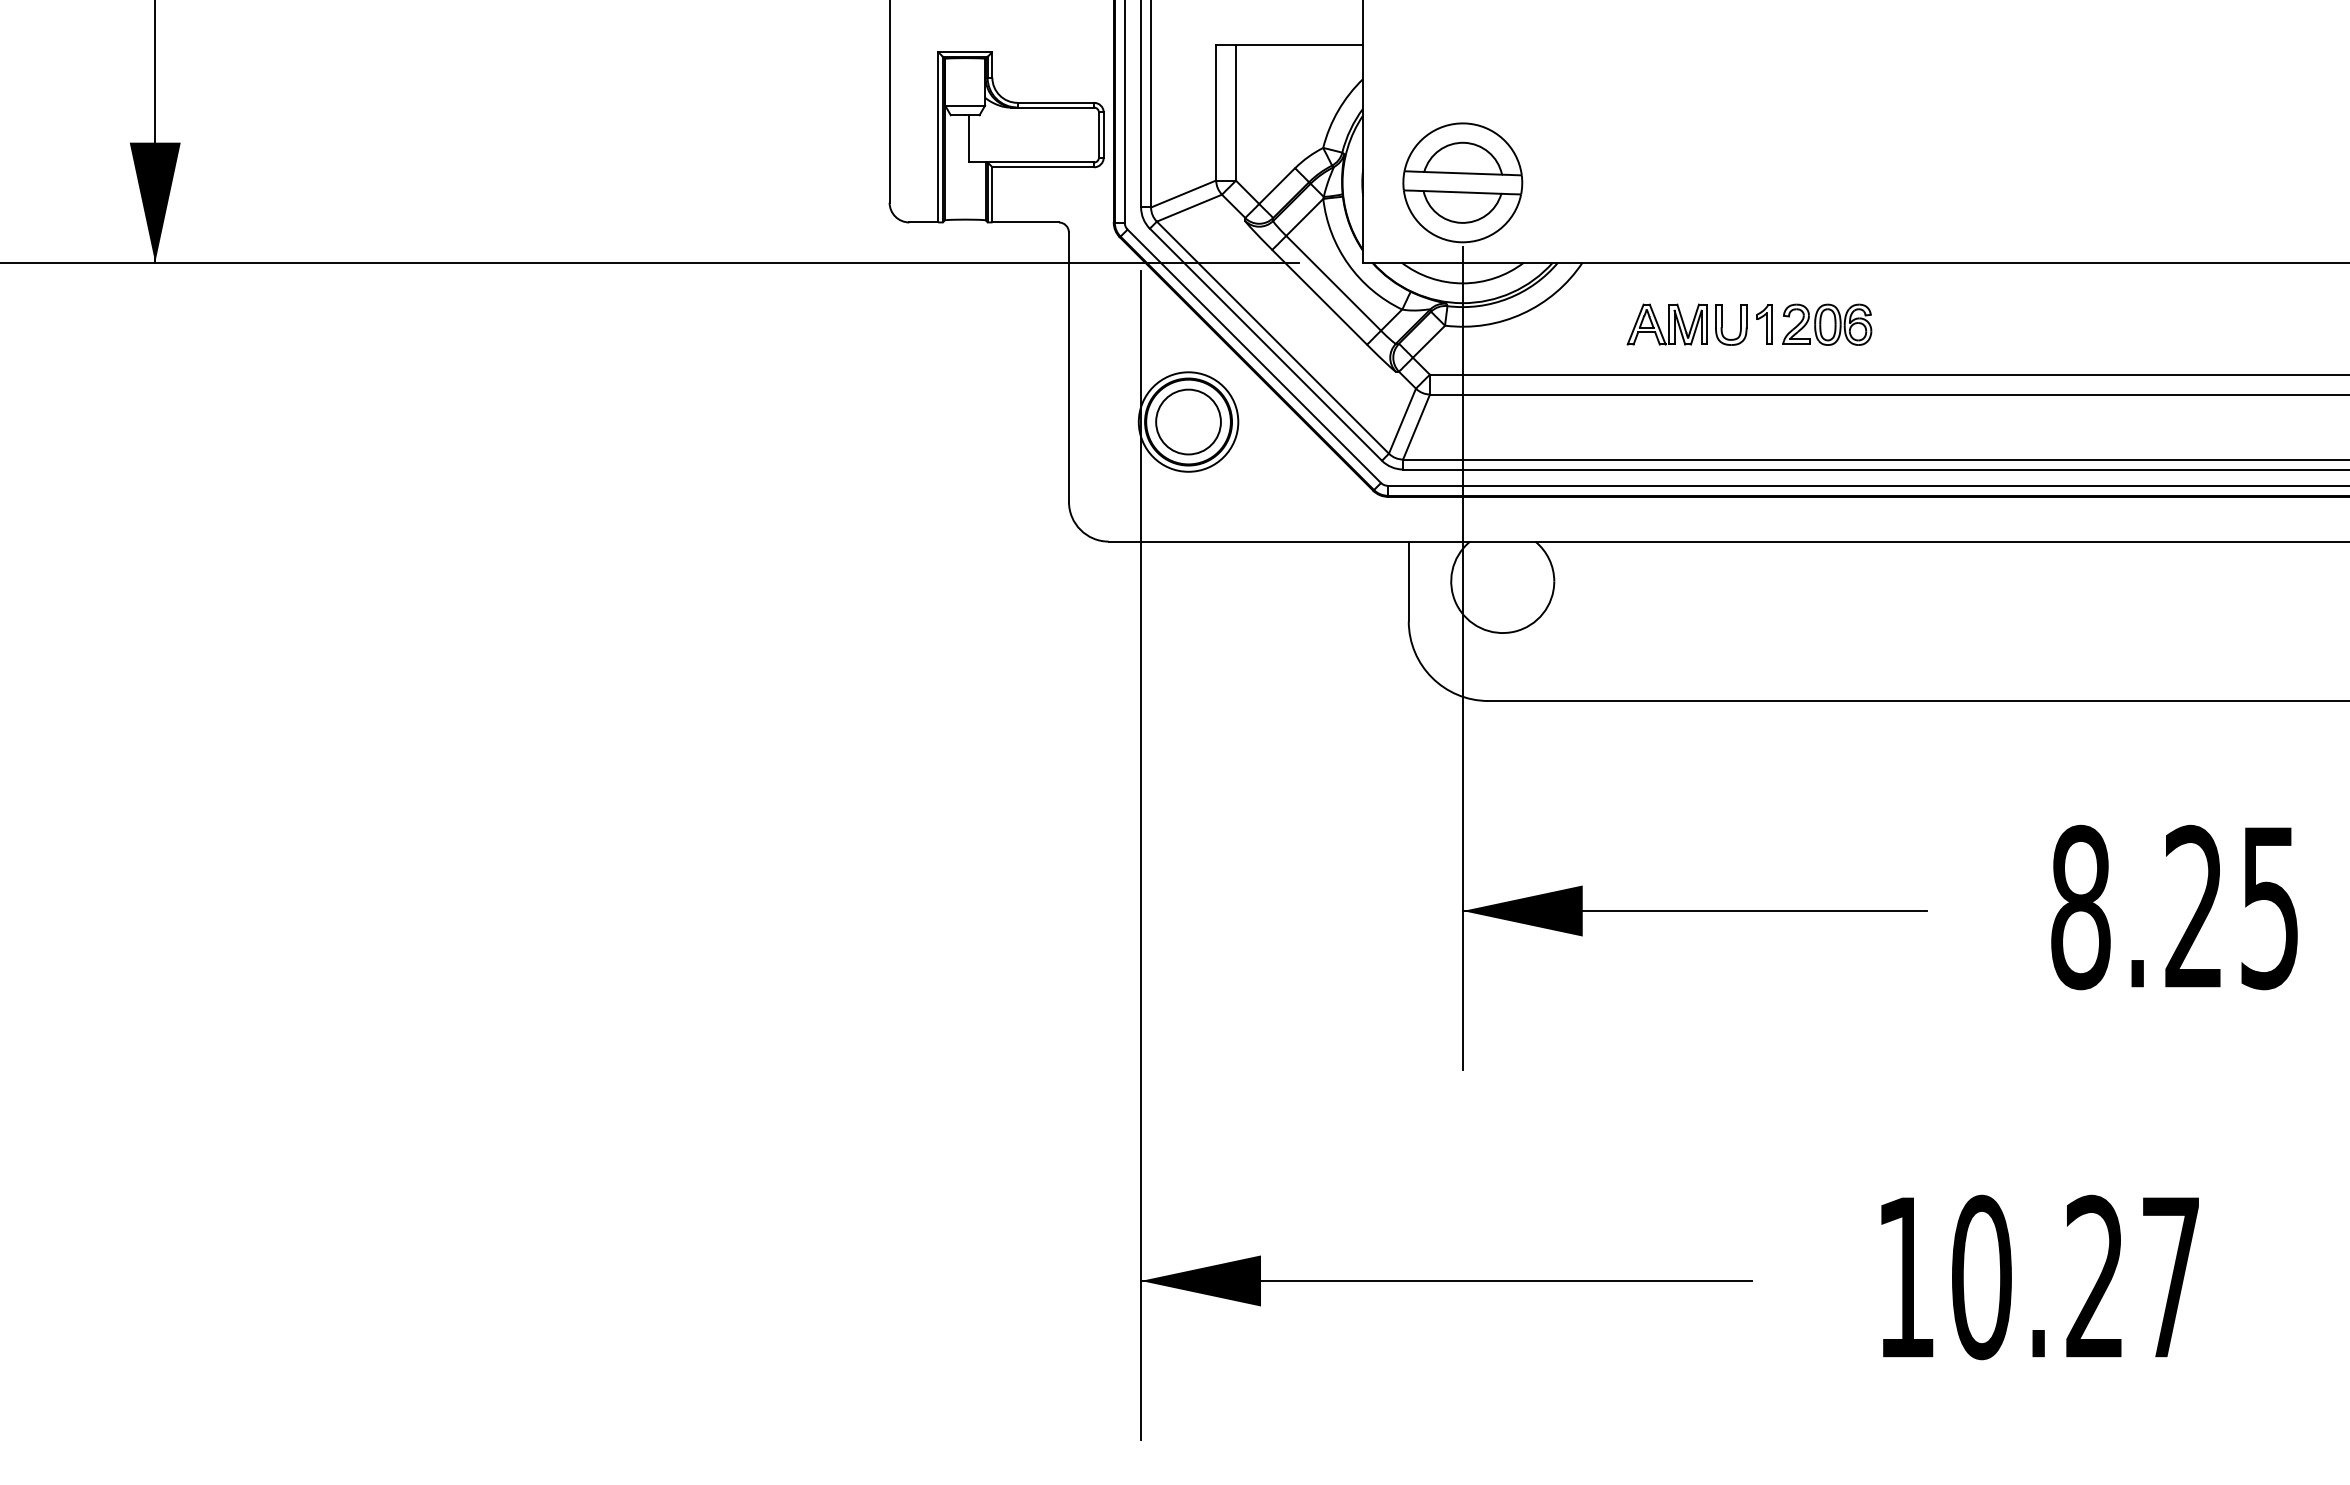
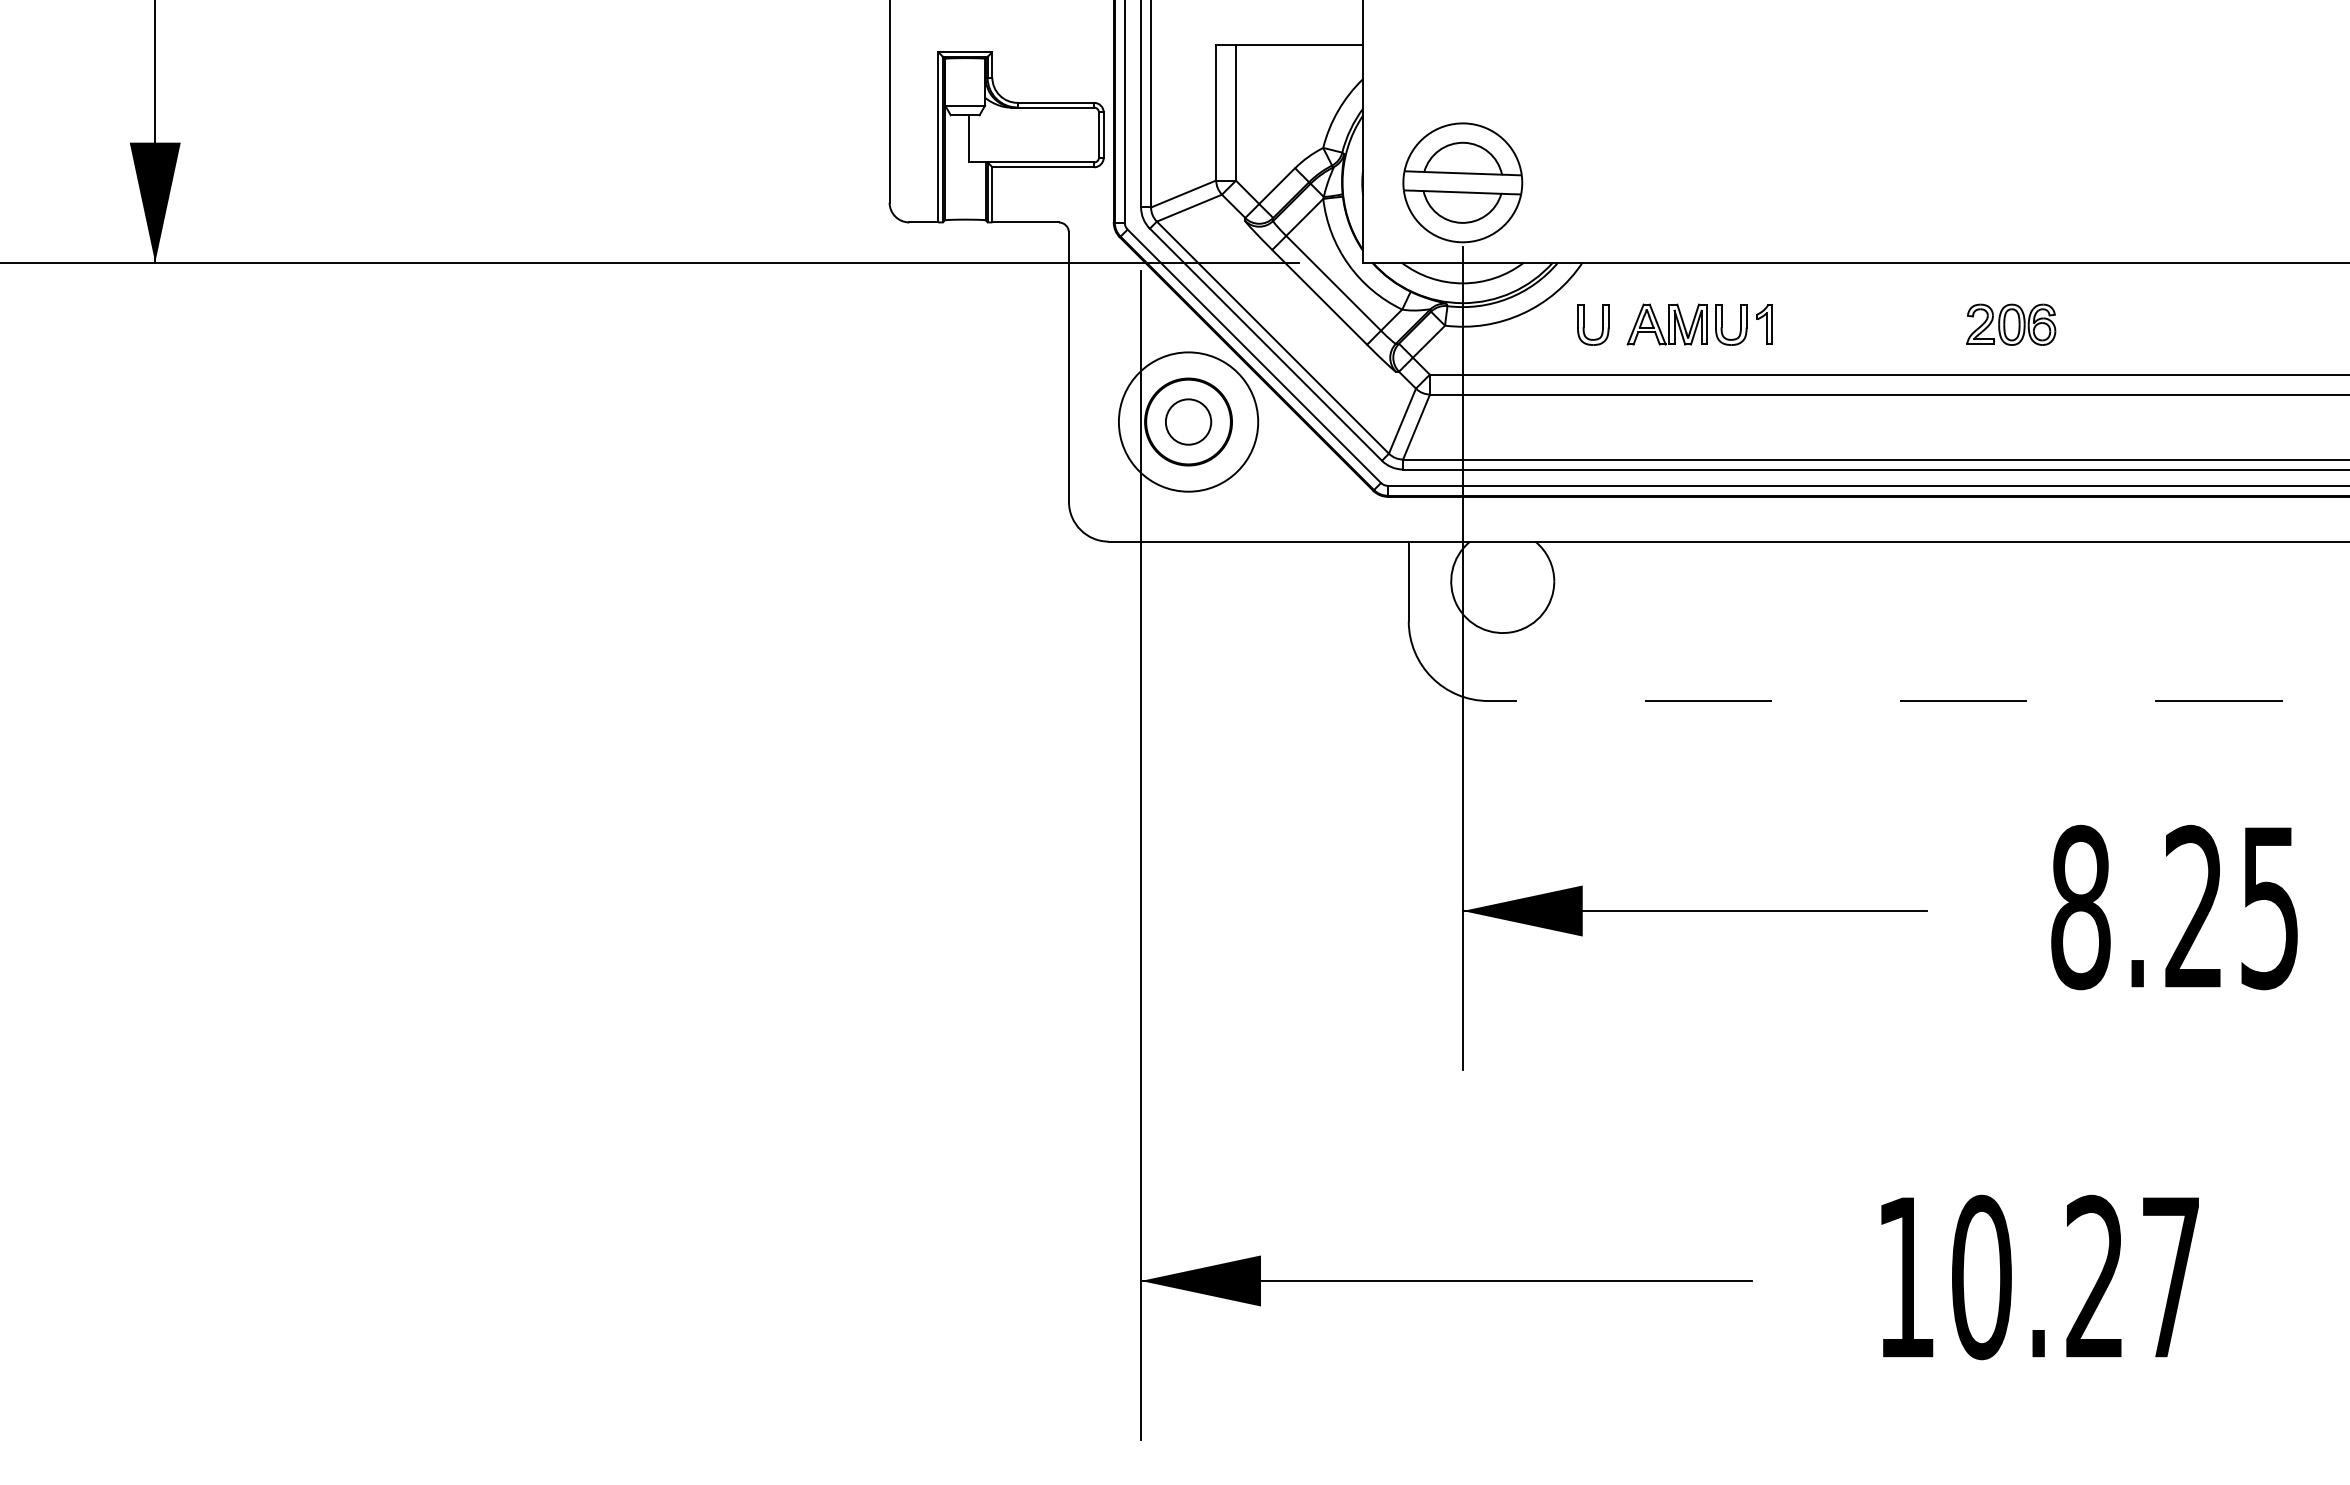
part at (1584, 324): none -> present
part at (1827, 324) position: (1827, 324) -> (2011, 324)
circle at (1188, 421) diameter: 100 px -> 139 px
circle at (1188, 421) diameter: 65 px -> 45 px
line at (1918, 701): solid -> dashed
